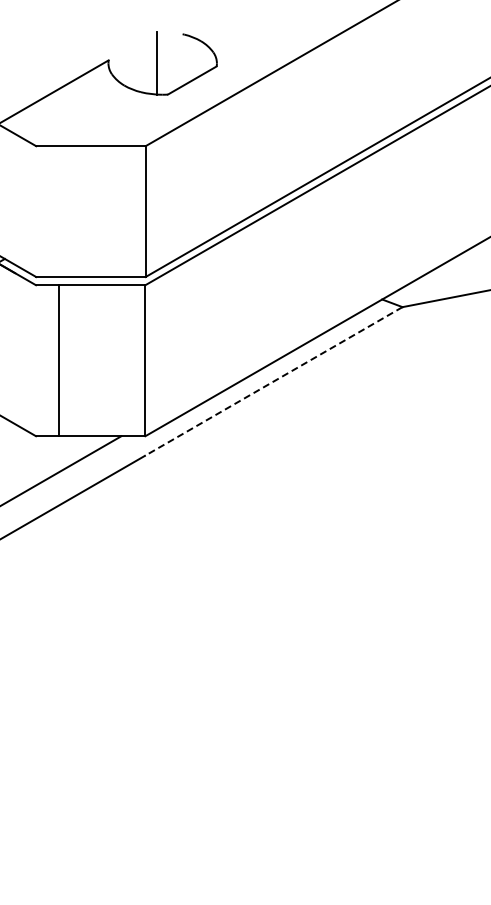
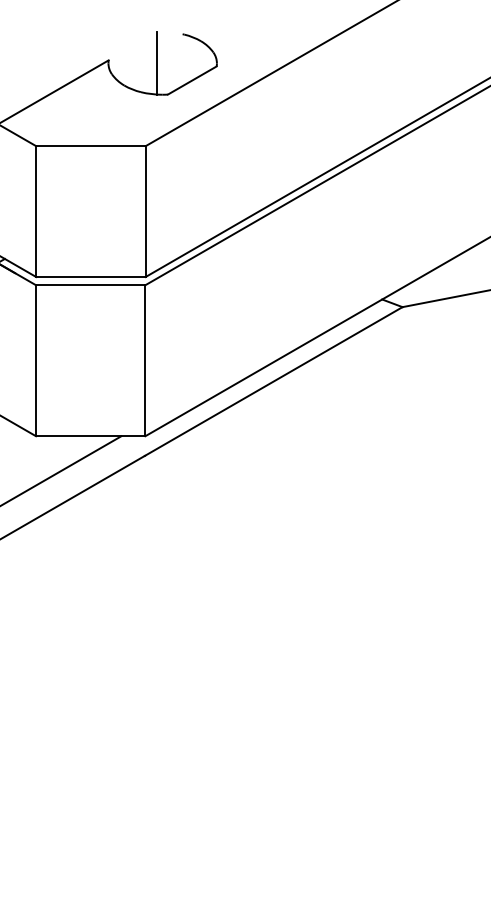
line at (36, 211): none -> present
line at (59, 360) position: (59, 360) -> (36, 360)
line at (273, 381): dashed -> solid
